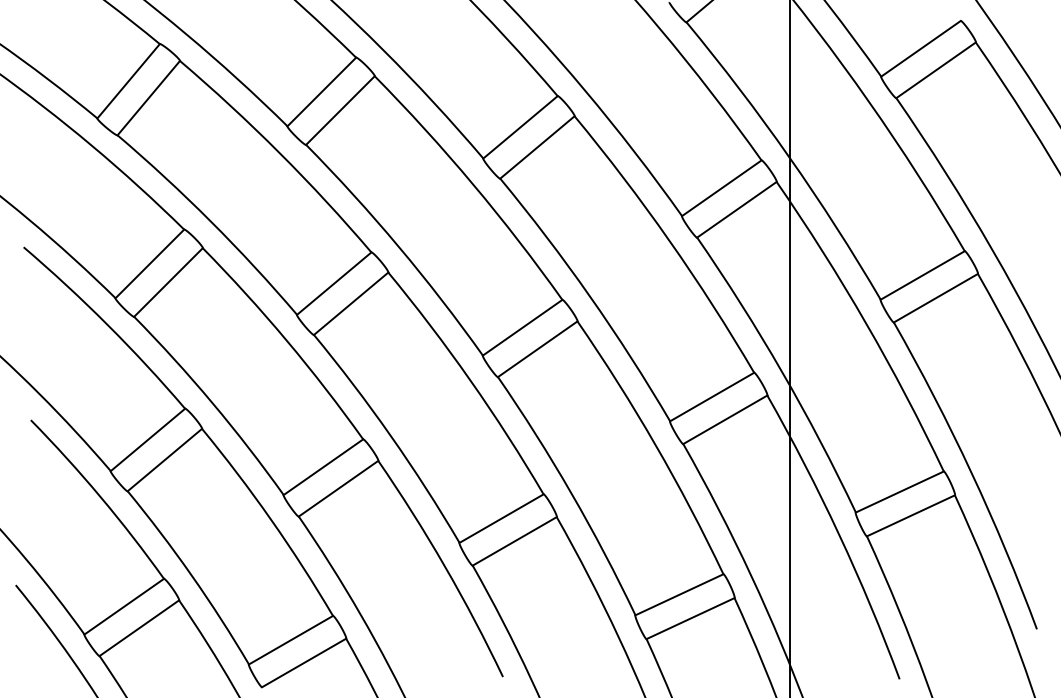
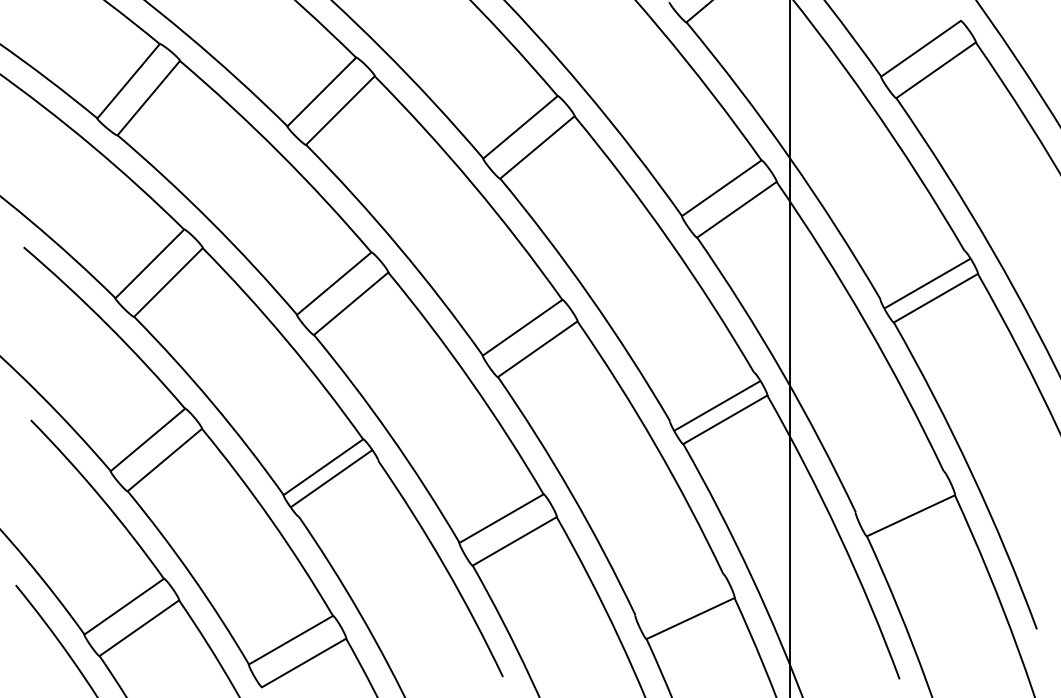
line at (922, 275) position: (922, 275) -> (927, 283)
line at (712, 396) position: (712, 396) -> (717, 405)
line at (338, 488) position: (338, 488) -> (331, 478)
line at (899, 491): present -> none
line at (679, 594): present -> none
